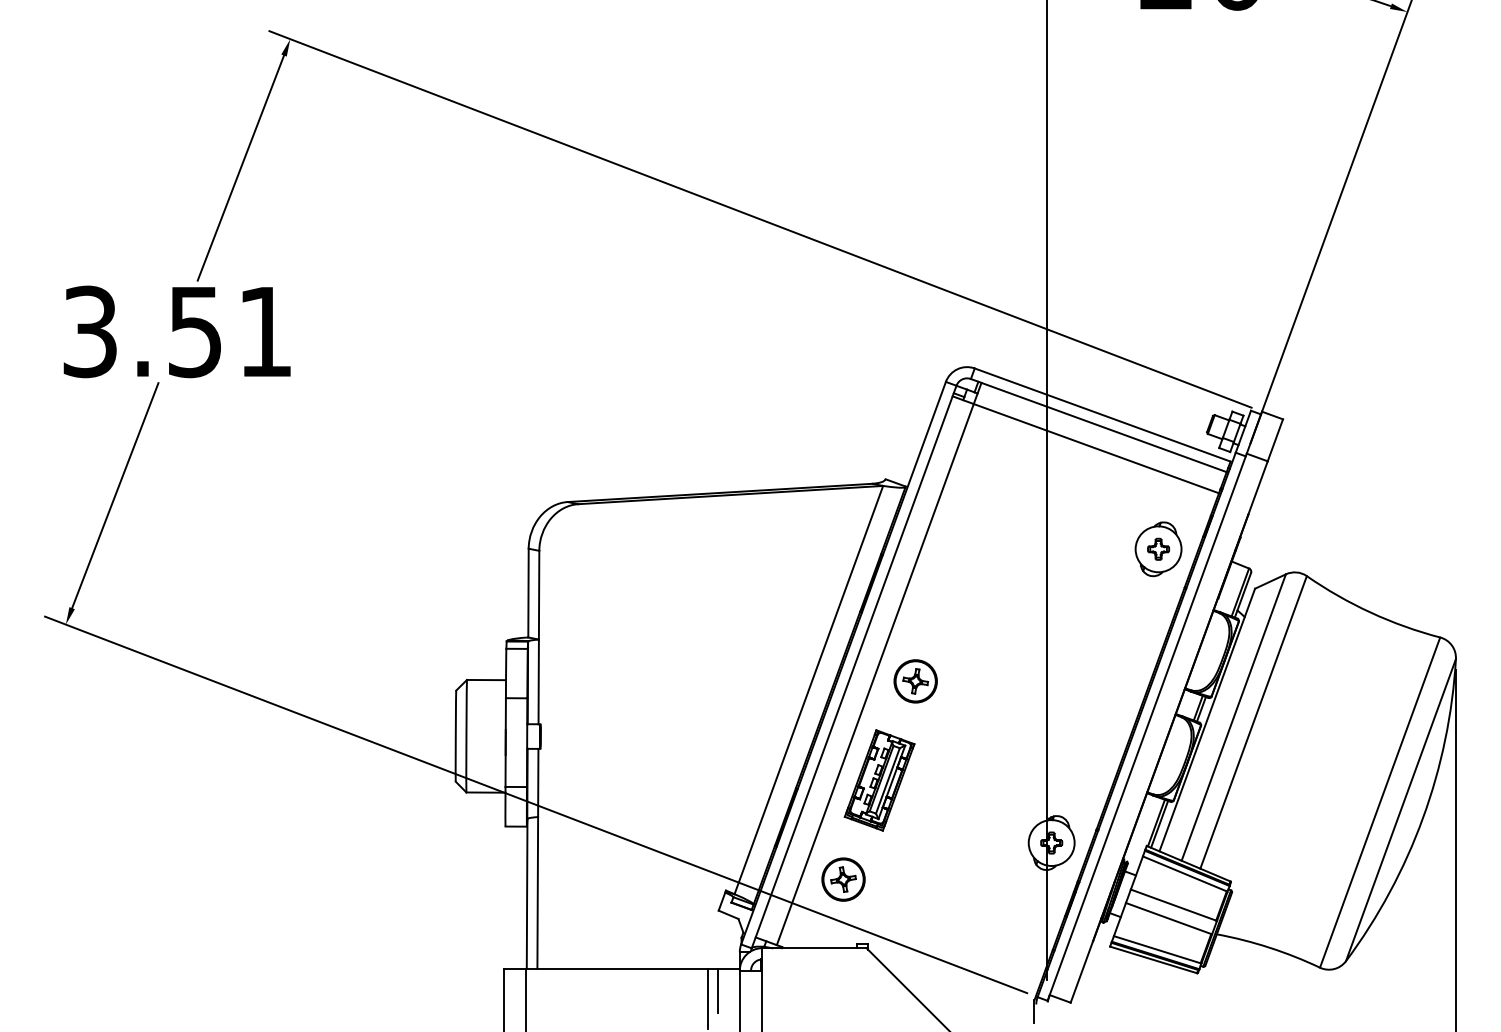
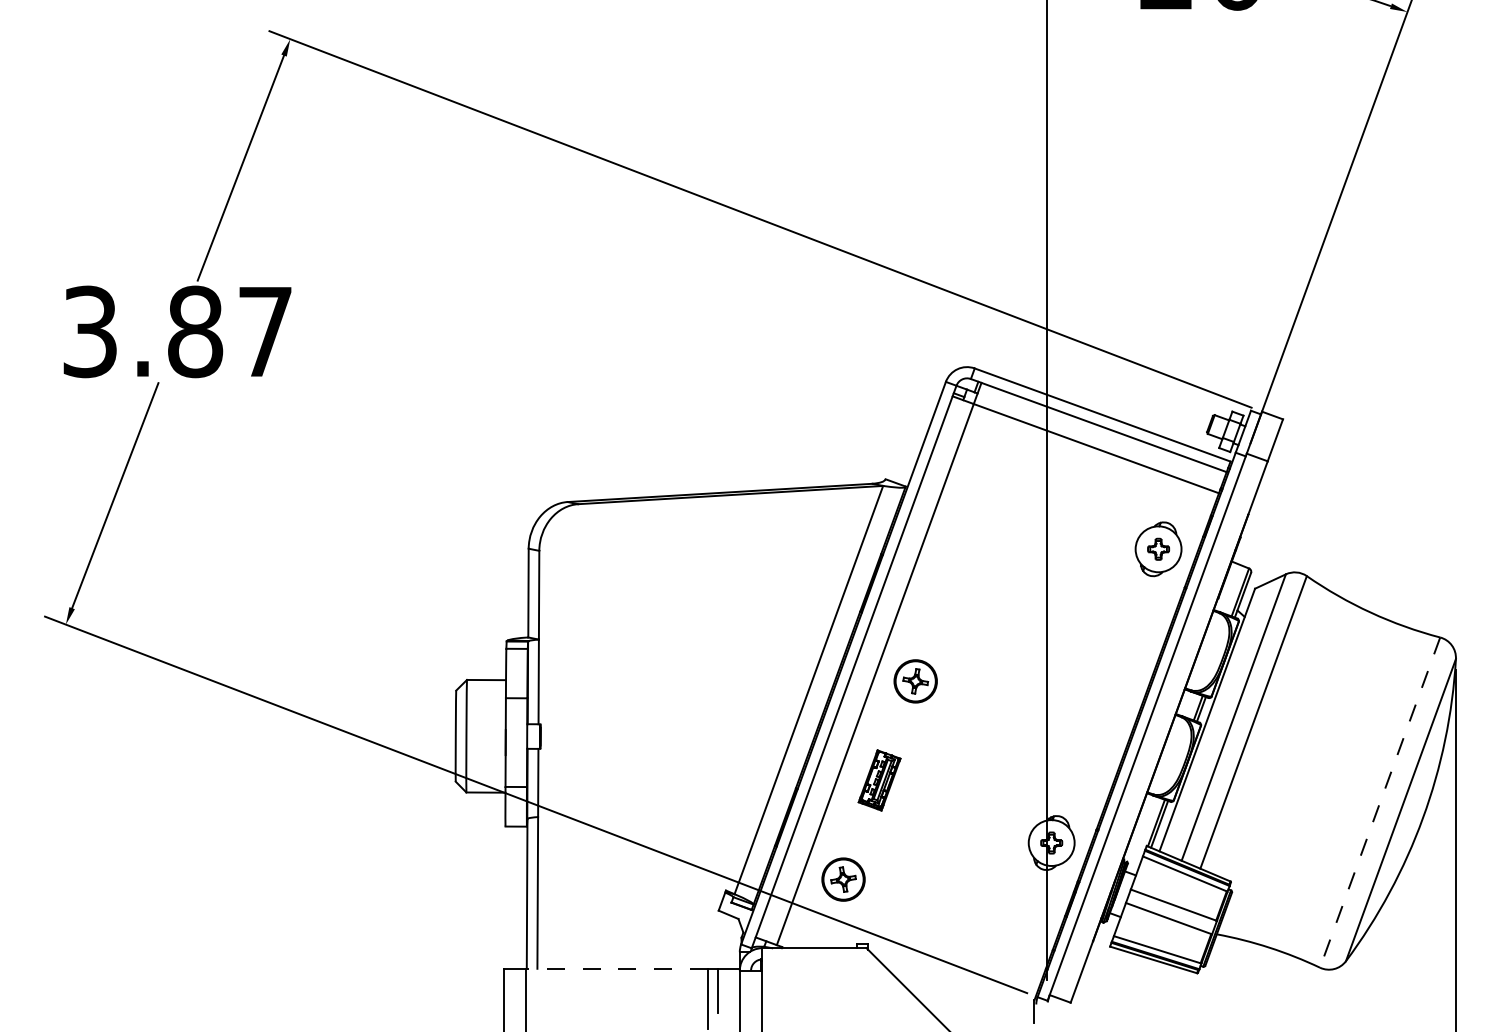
text at (229, 331): 3.51 -> 3.87
part at (879, 780) size: 73x103 px -> 45x63 px
line at (1380, 802): solid -> dashed
line at (616, 968): solid -> dashed
